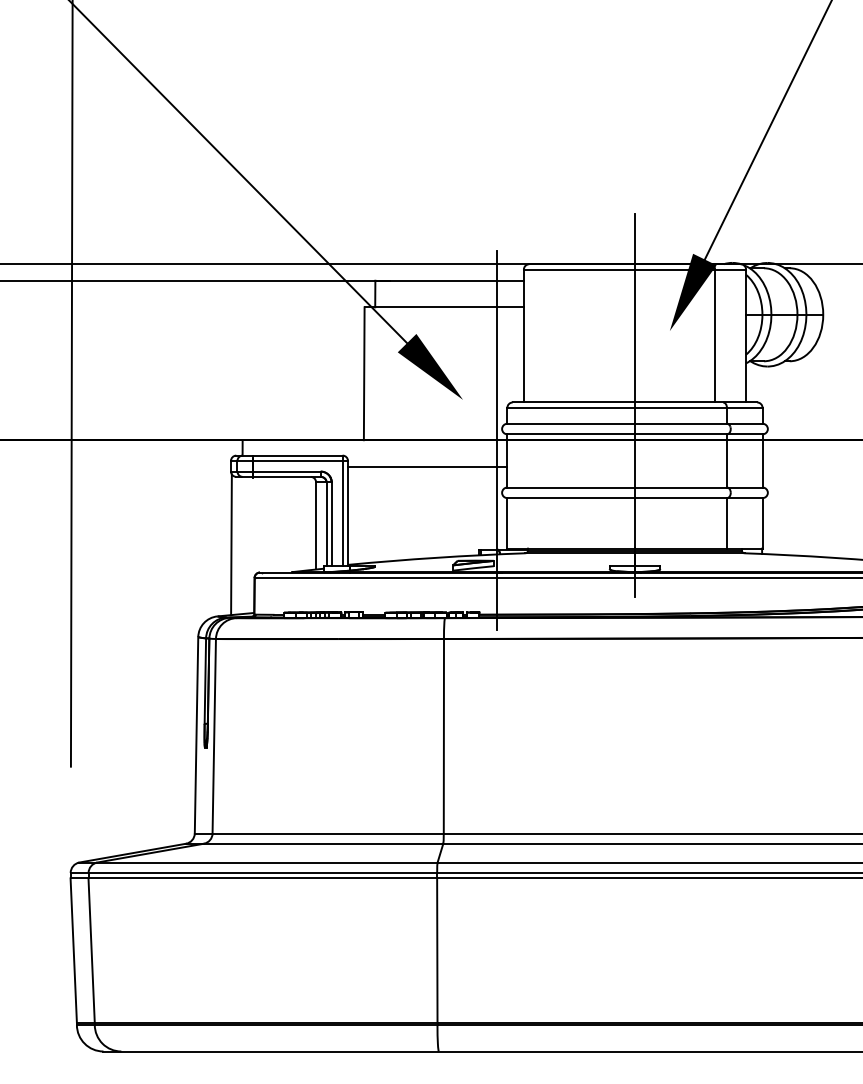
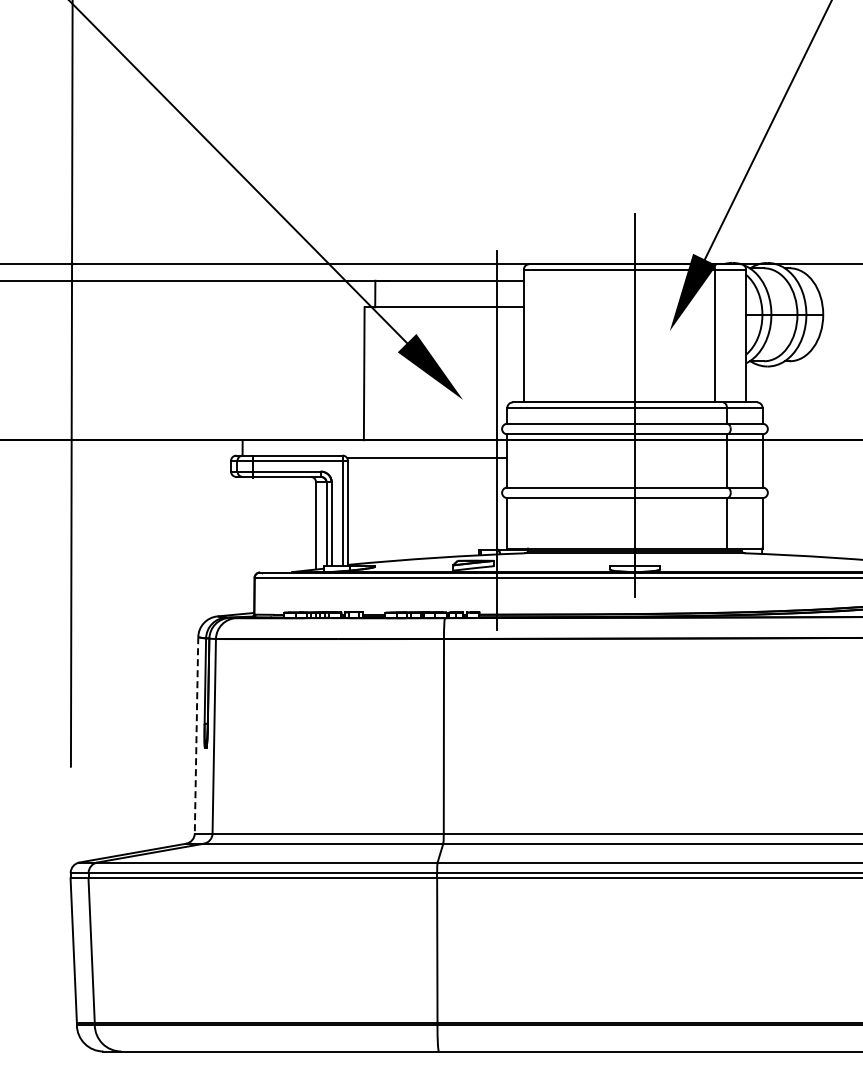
line at (427, 466) position: (427, 466) -> (427, 457)
line at (231, 544): present -> none
line at (196, 735): solid -> dashed
